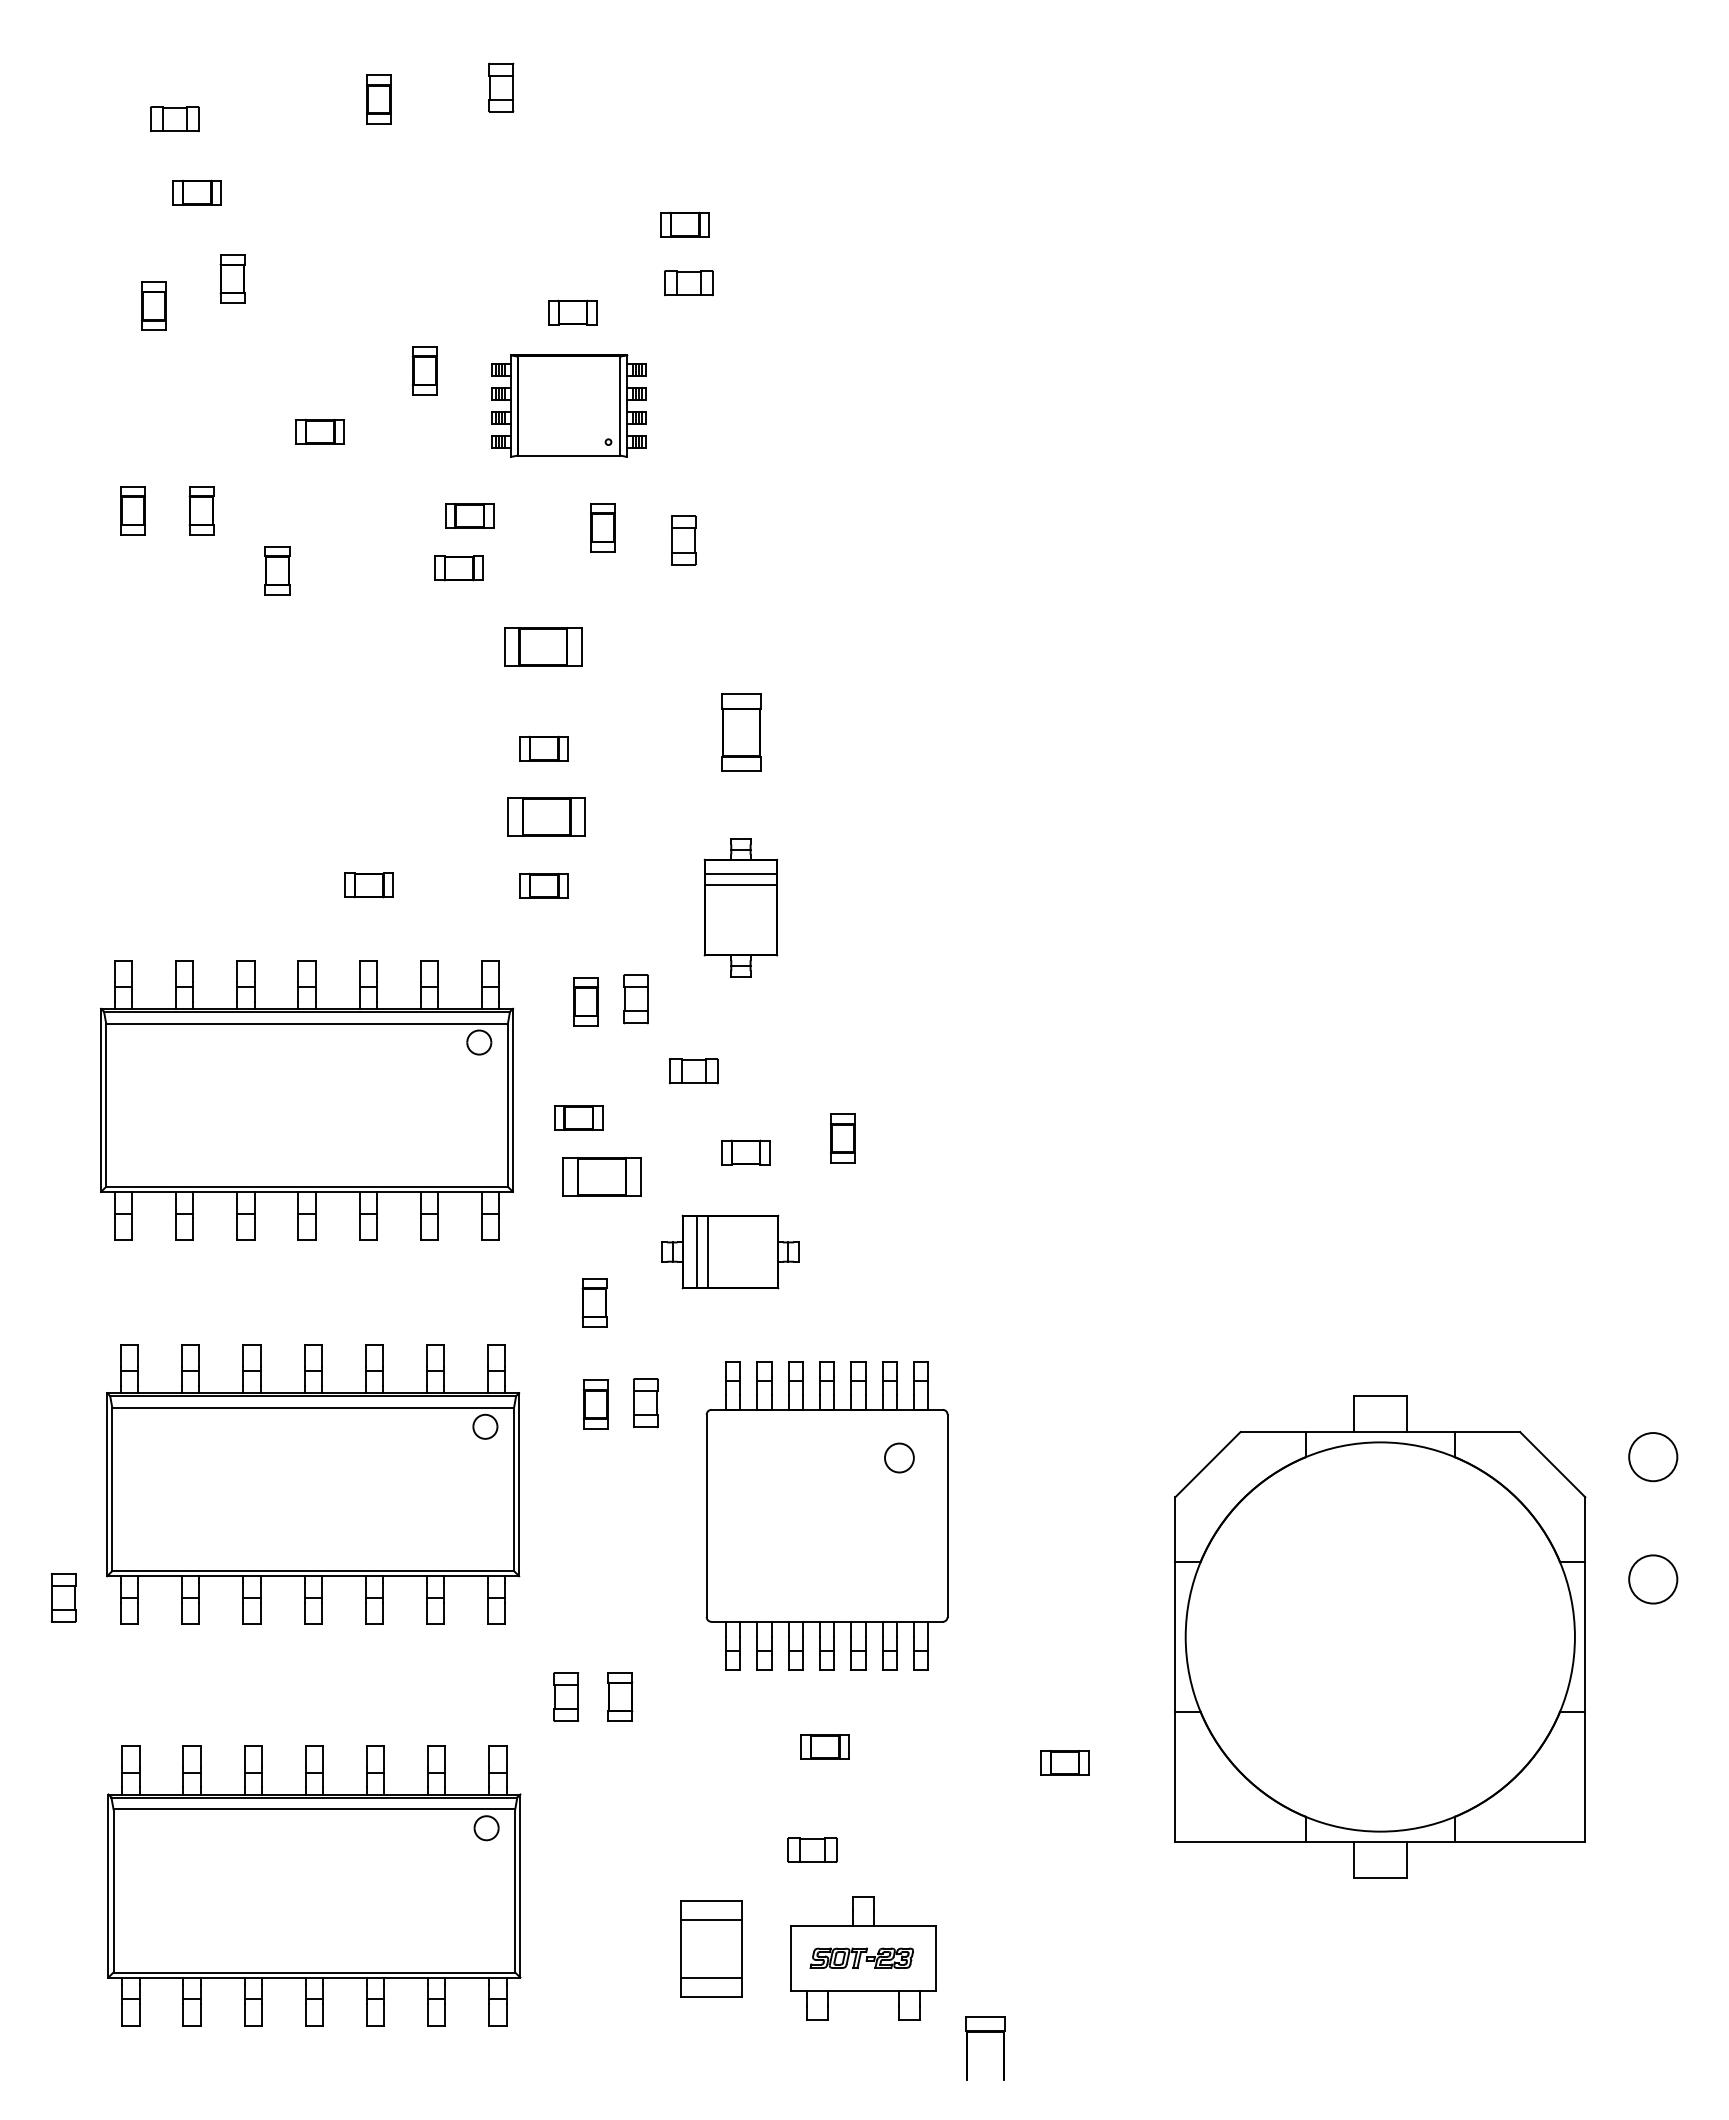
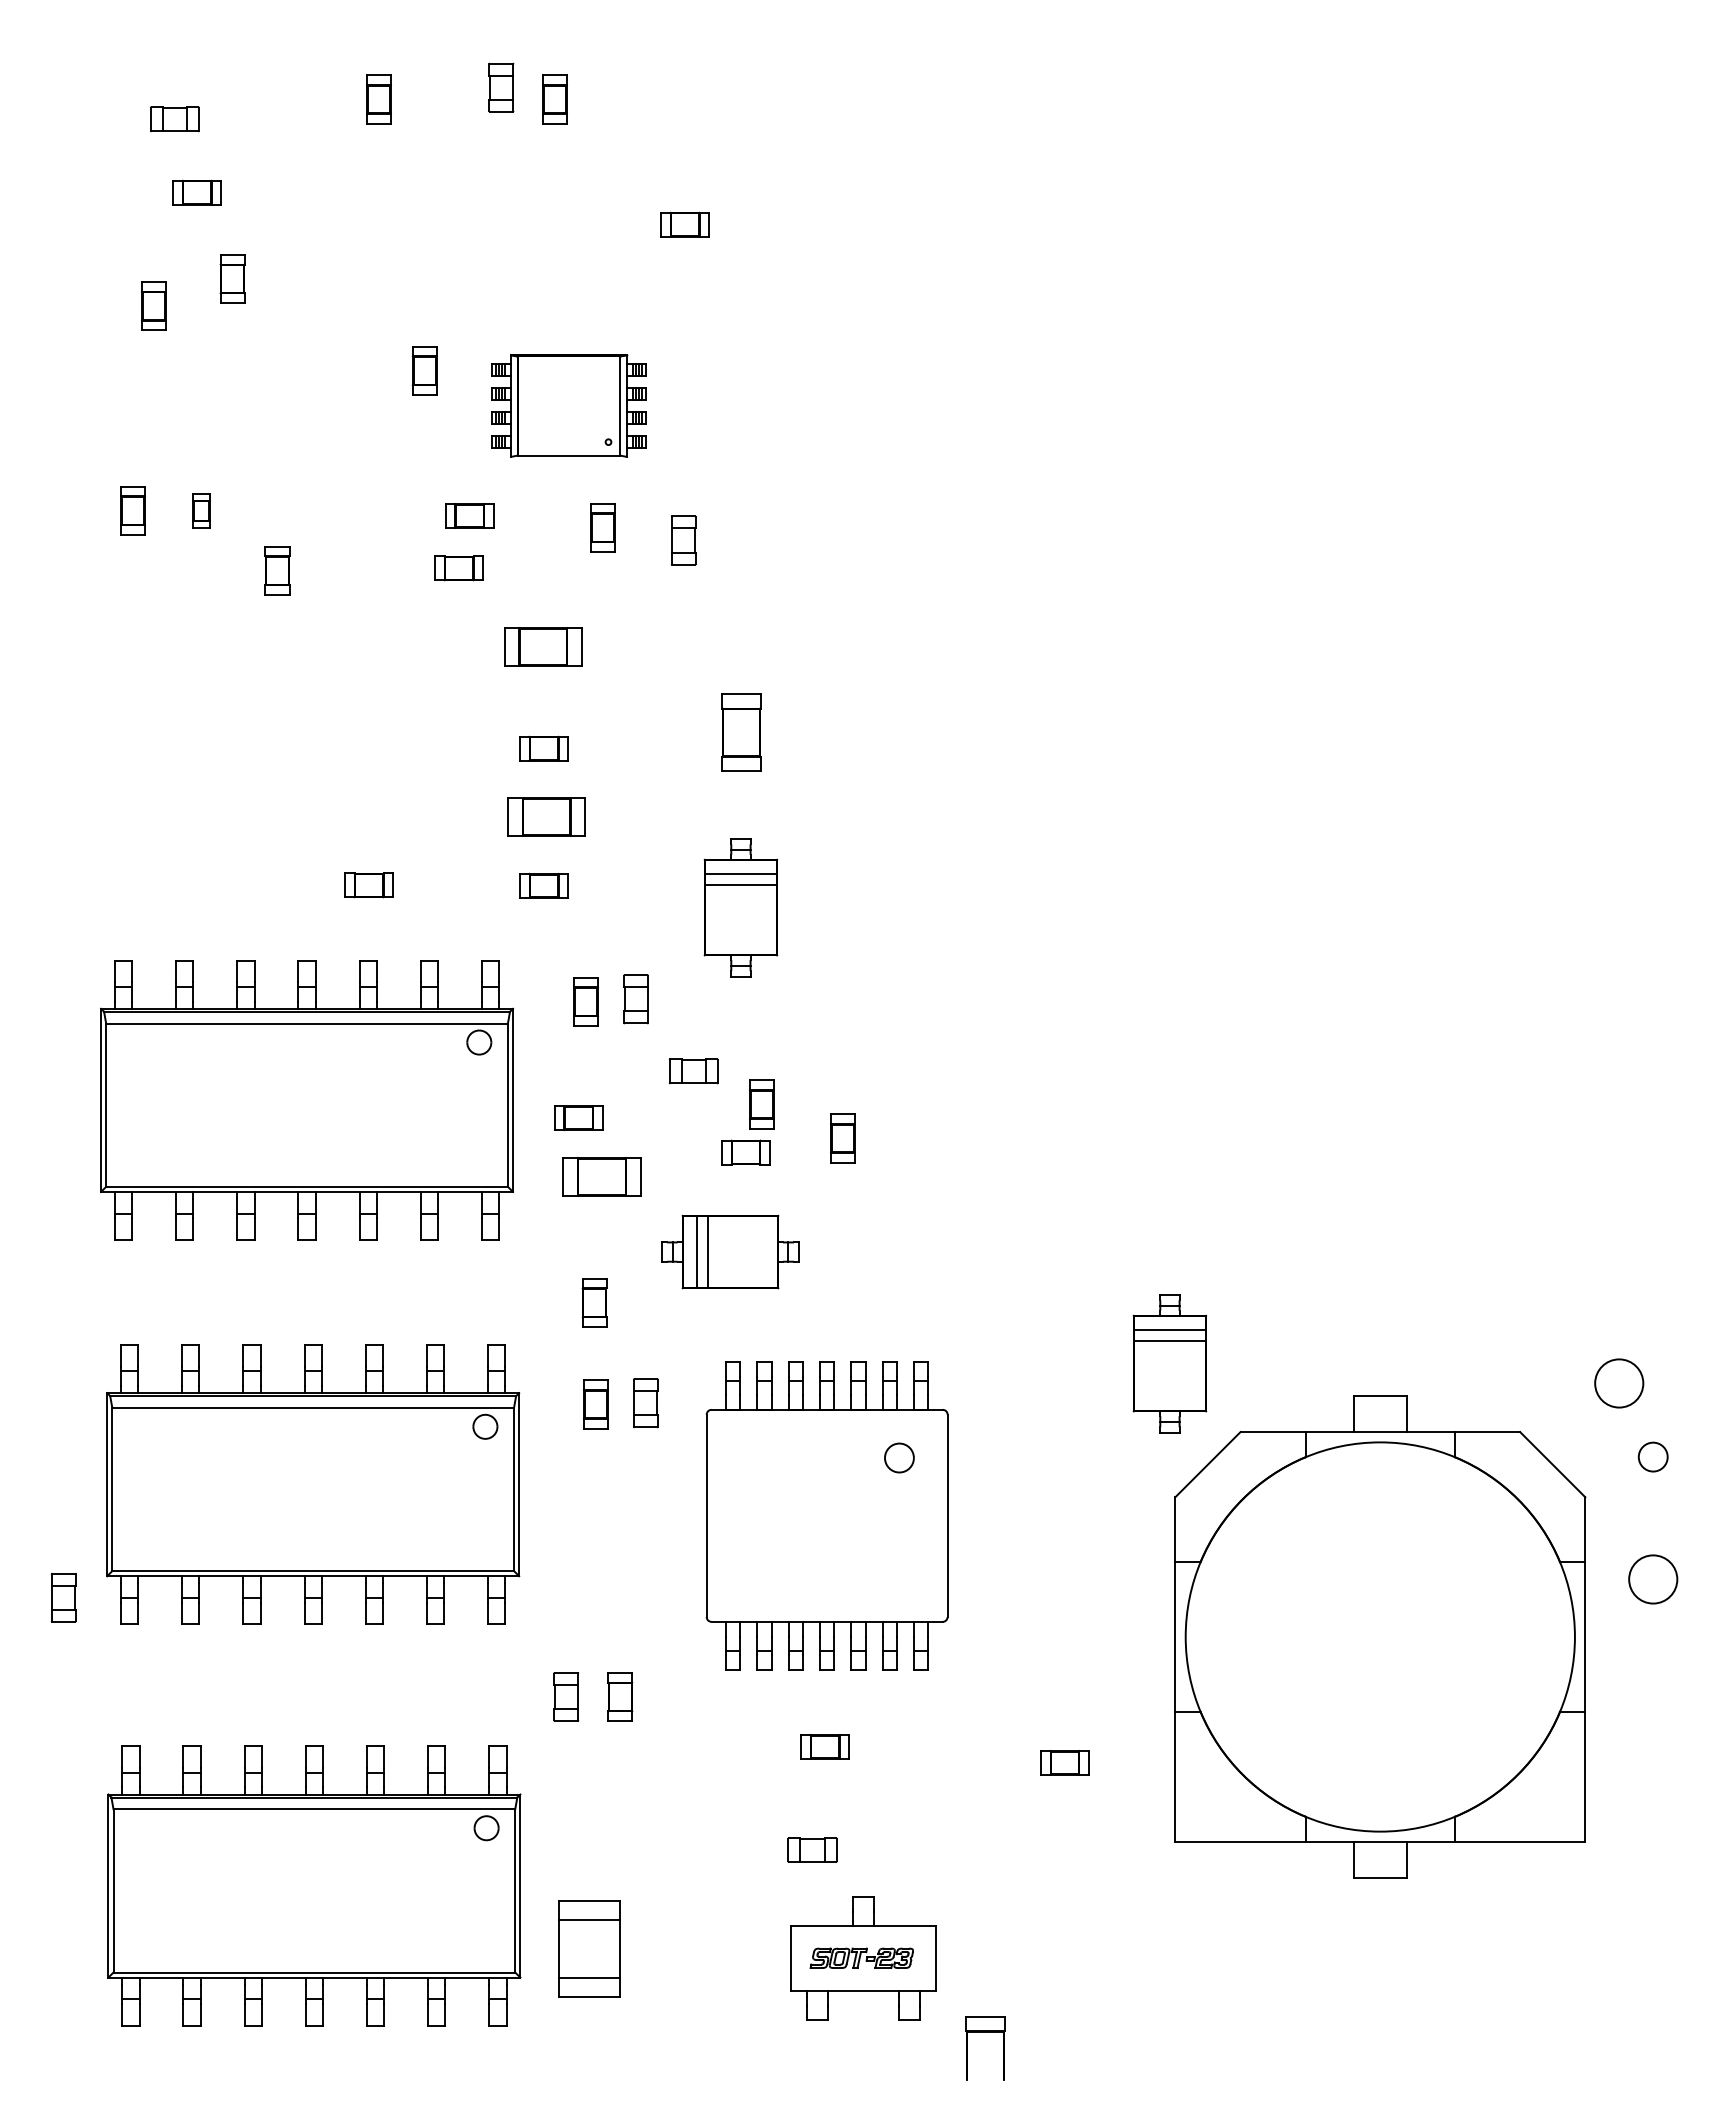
part at (554, 99): none -> present
part at (688, 283): present -> none
part at (572, 312): present -> none
part at (319, 431): present -> none
part at (201, 510) size: 27x50 px -> 19x36 px
part at (761, 1104): none -> present
part at (1169, 1363): none -> present
circle at (1619, 1383): none -> present
circle at (1653, 1457) diameter: 48 px -> 29 px
part at (711, 1948) position: (711, 1948) -> (589, 1948)
